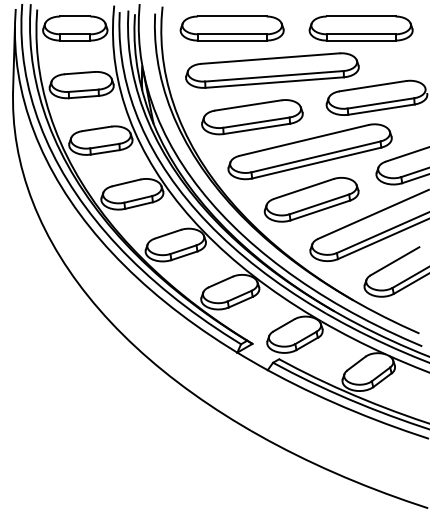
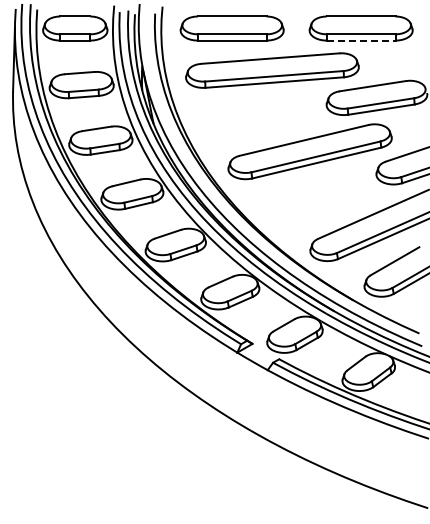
line at (361, 40): solid -> dashed
part at (252, 117): present -> none
part at (311, 199): present -> none
